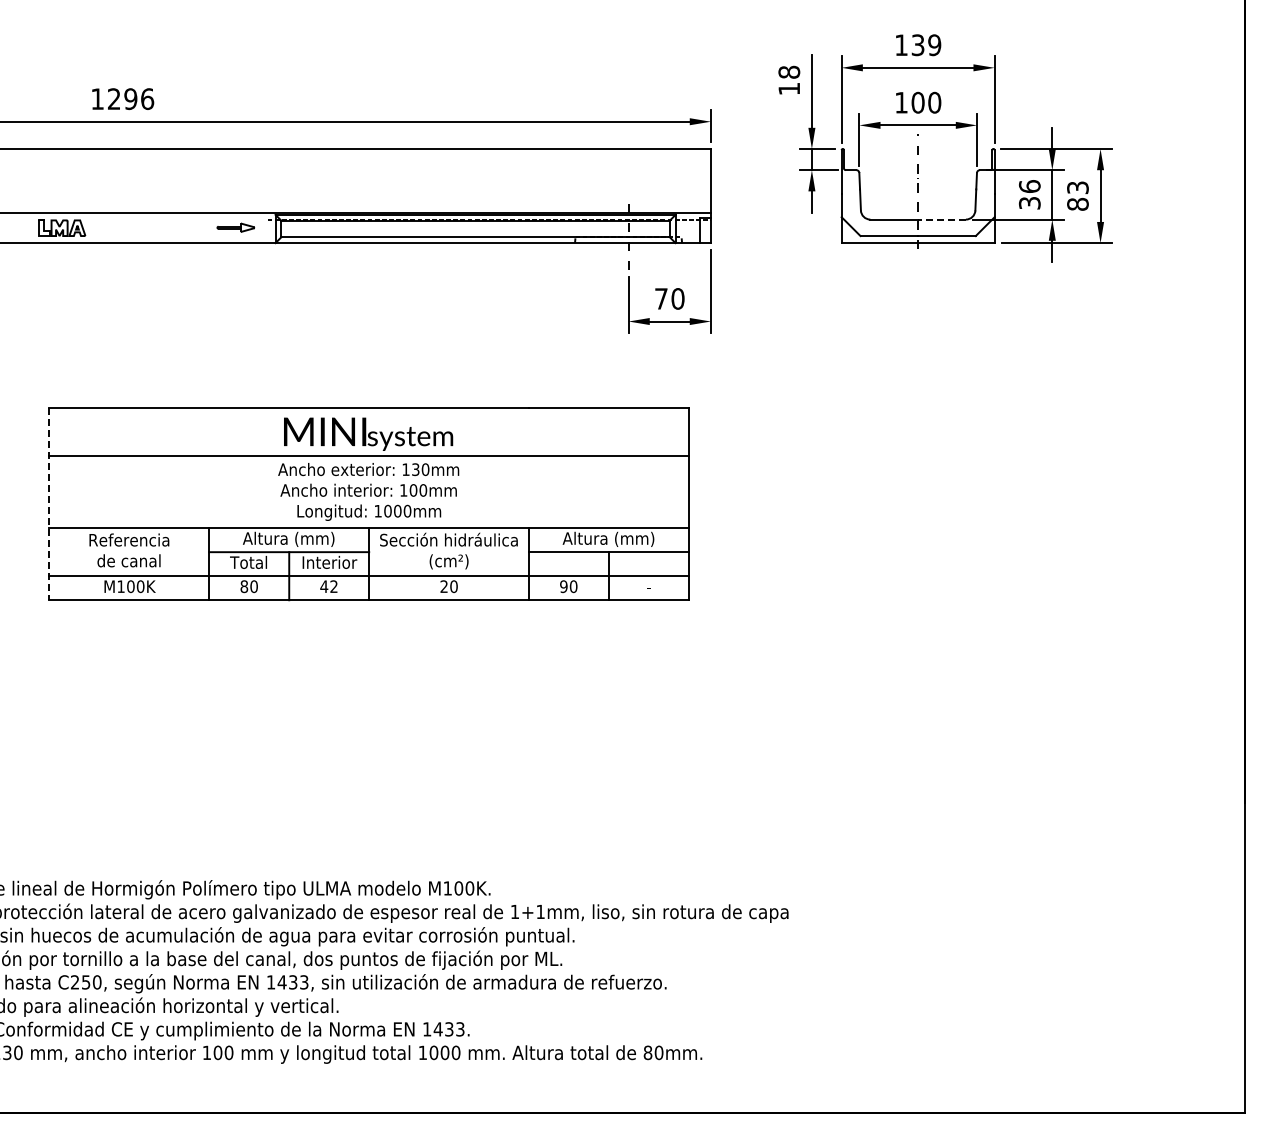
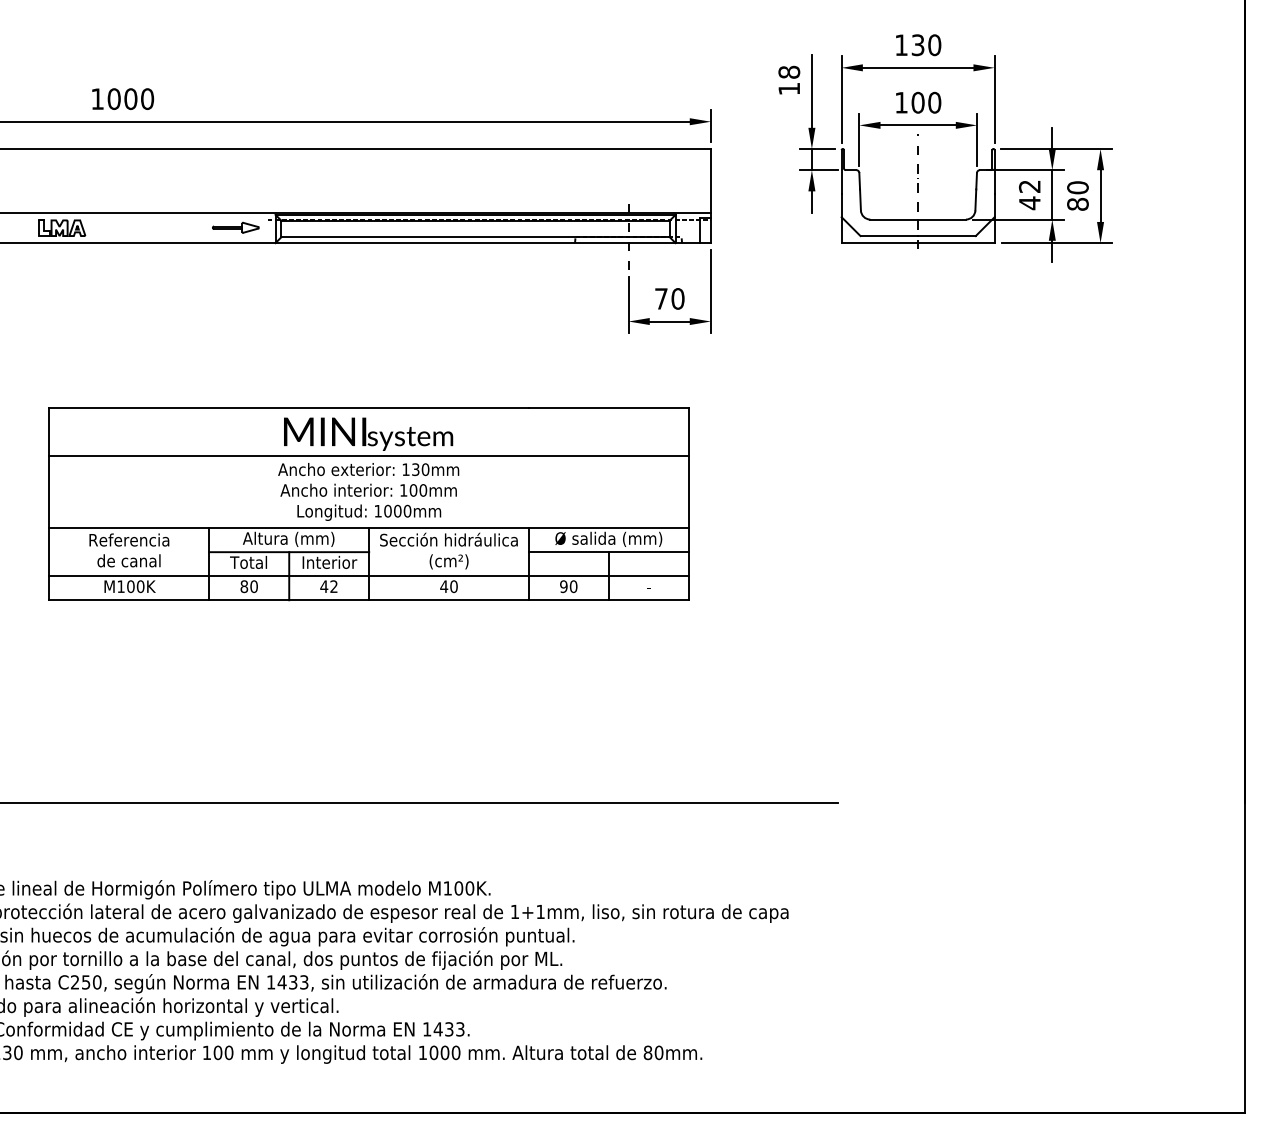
text at (934, 45): 139 -> 130
text at (130, 99): 1296 -> 1000
text at (1077, 187): 83 -> 80
text at (1029, 195): 36 -> 42
line at (942, 219): dashed -> solid
part at (235, 227) size: 40x11 px -> 48x13 px
line at (49, 504): dashed -> solid
text at (608, 538): Altura (mm) -> Ø salida (mm)
text at (444, 586): 20 -> 40
line at (420, 803): none -> present
